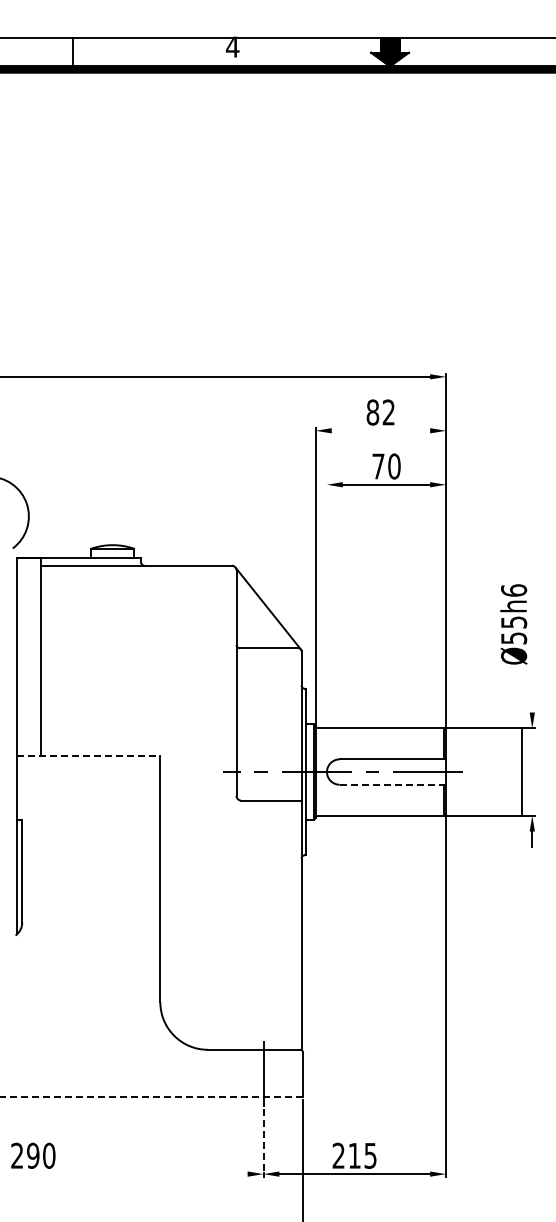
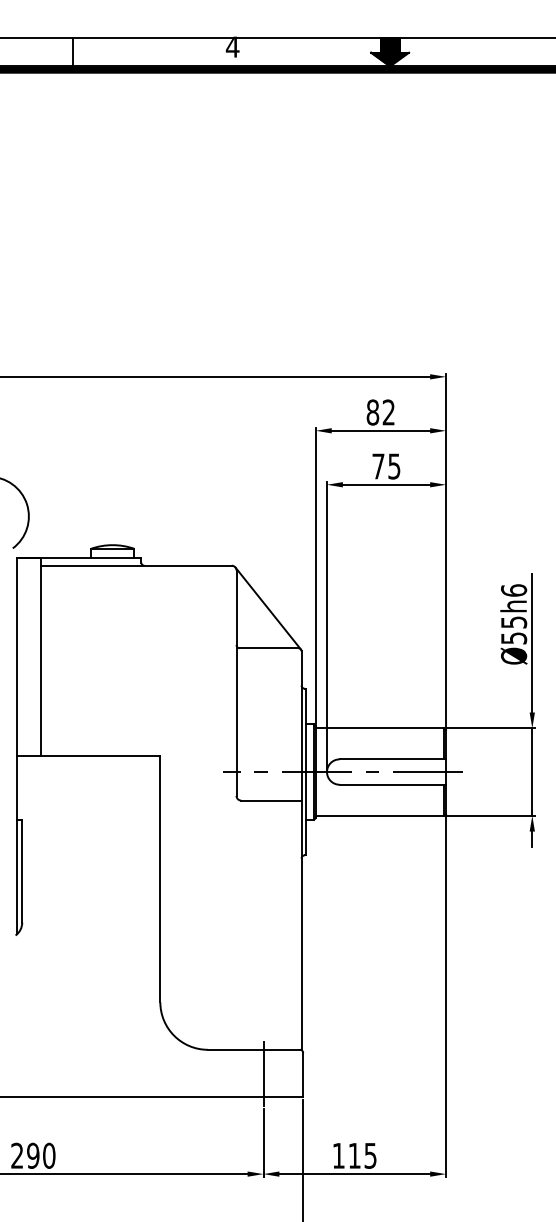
line at (380, 430): none -> present
text at (394, 466): 70 -> 75
line at (326, 625): none -> present
line at (532, 643): none -> present
line at (89, 756): dashed -> solid
line at (522, 771) position: (522, 771) -> (532, 771)
line at (393, 784): dashed -> solid
line at (151, 1097): dashed -> solid
line at (263, 1143): dashed -> solid
text at (338, 1155): 215 -> 115
line at (124, 1174): none -> present
